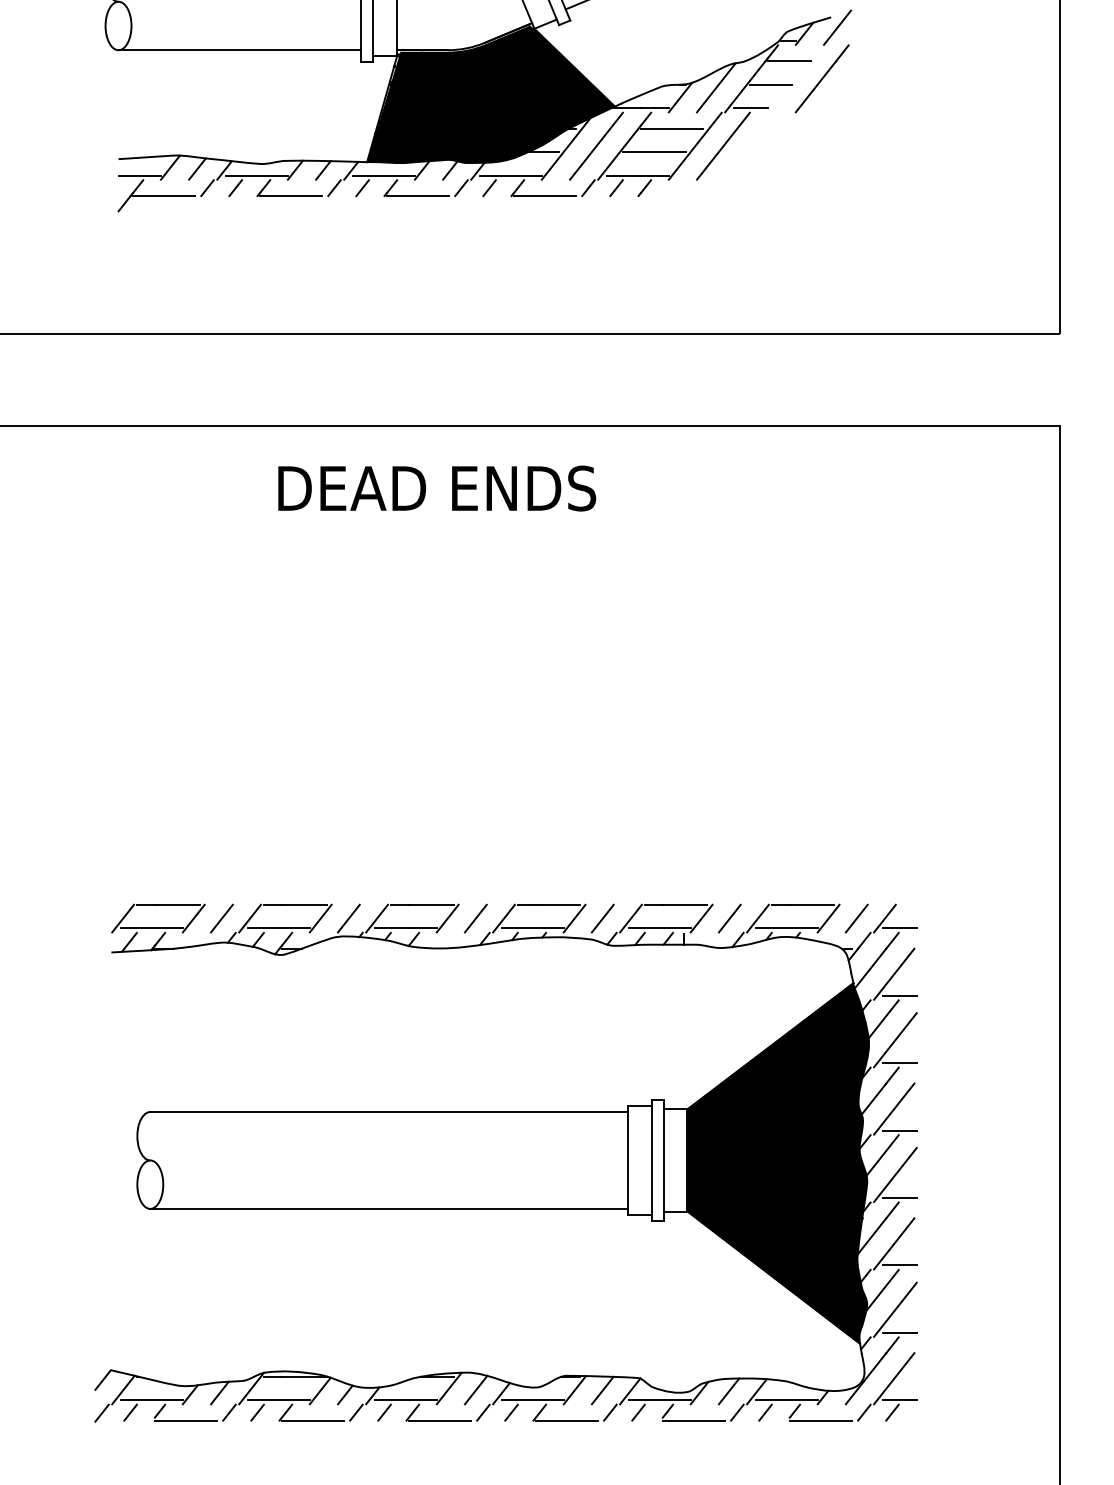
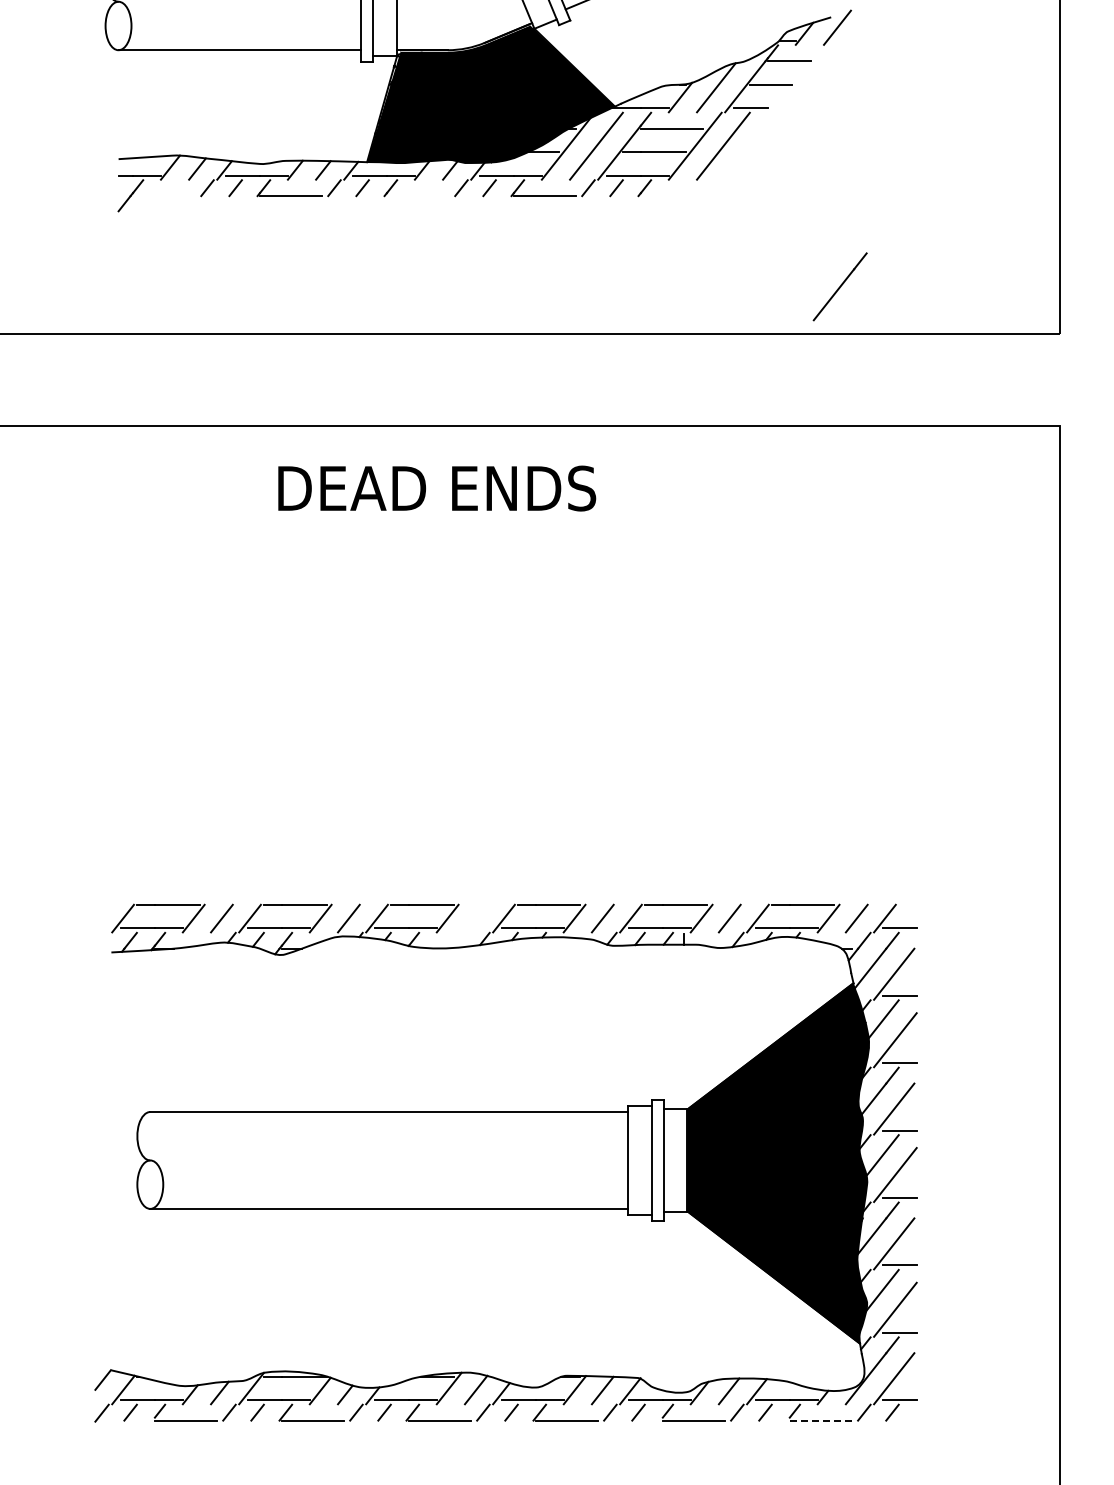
line at (821, 78) position: (821, 78) -> (839, 286)
line at (164, 196): present -> none
line at (417, 196): present -> none
line at (475, 918): present -> none
line at (821, 1420): solid -> dashed
